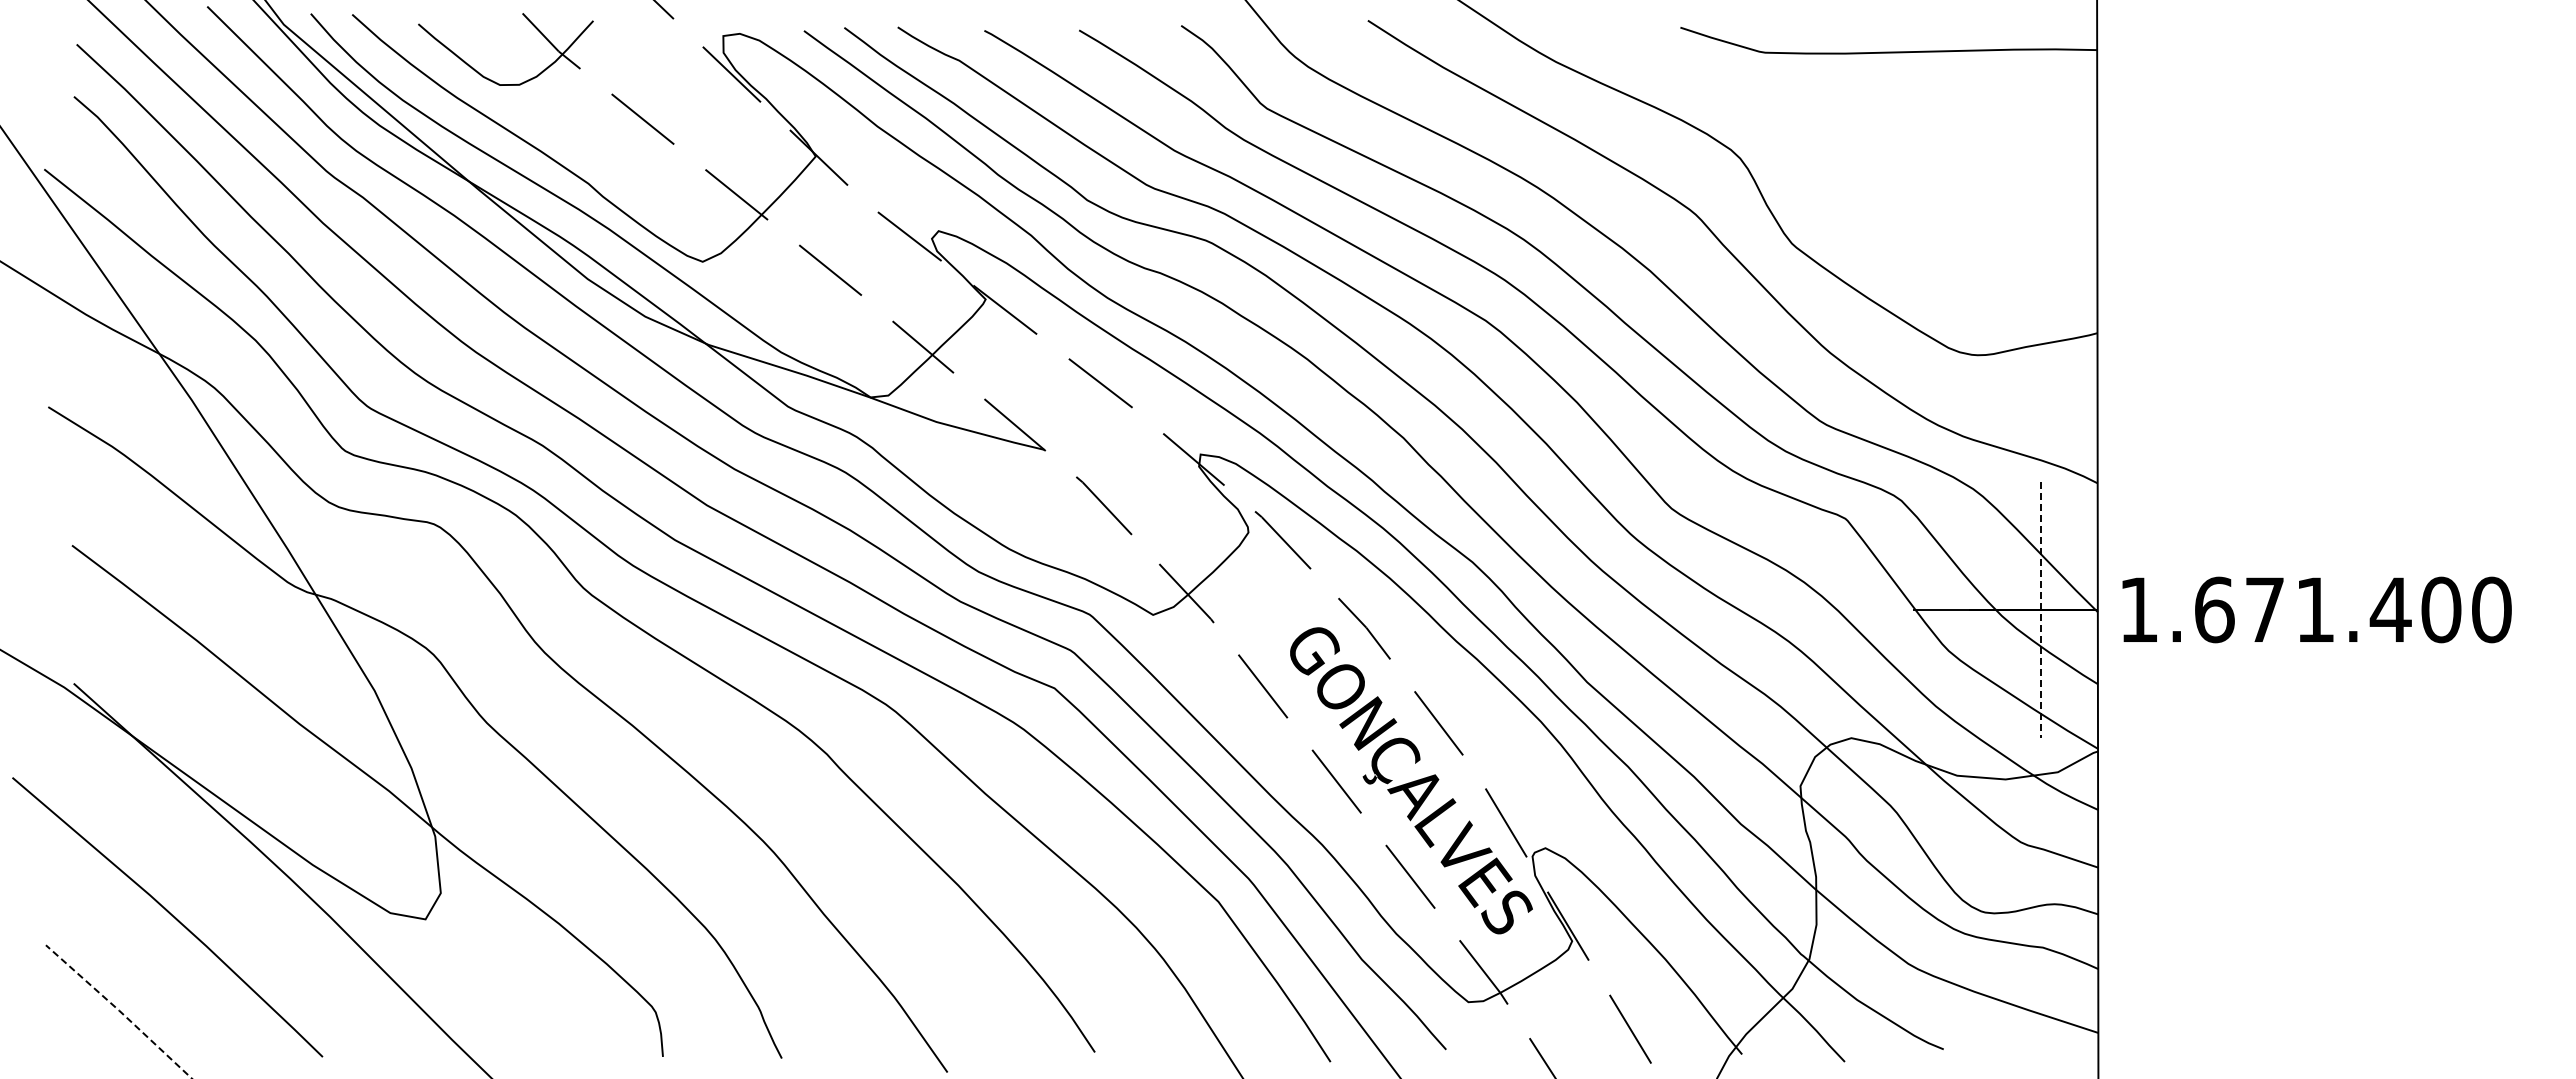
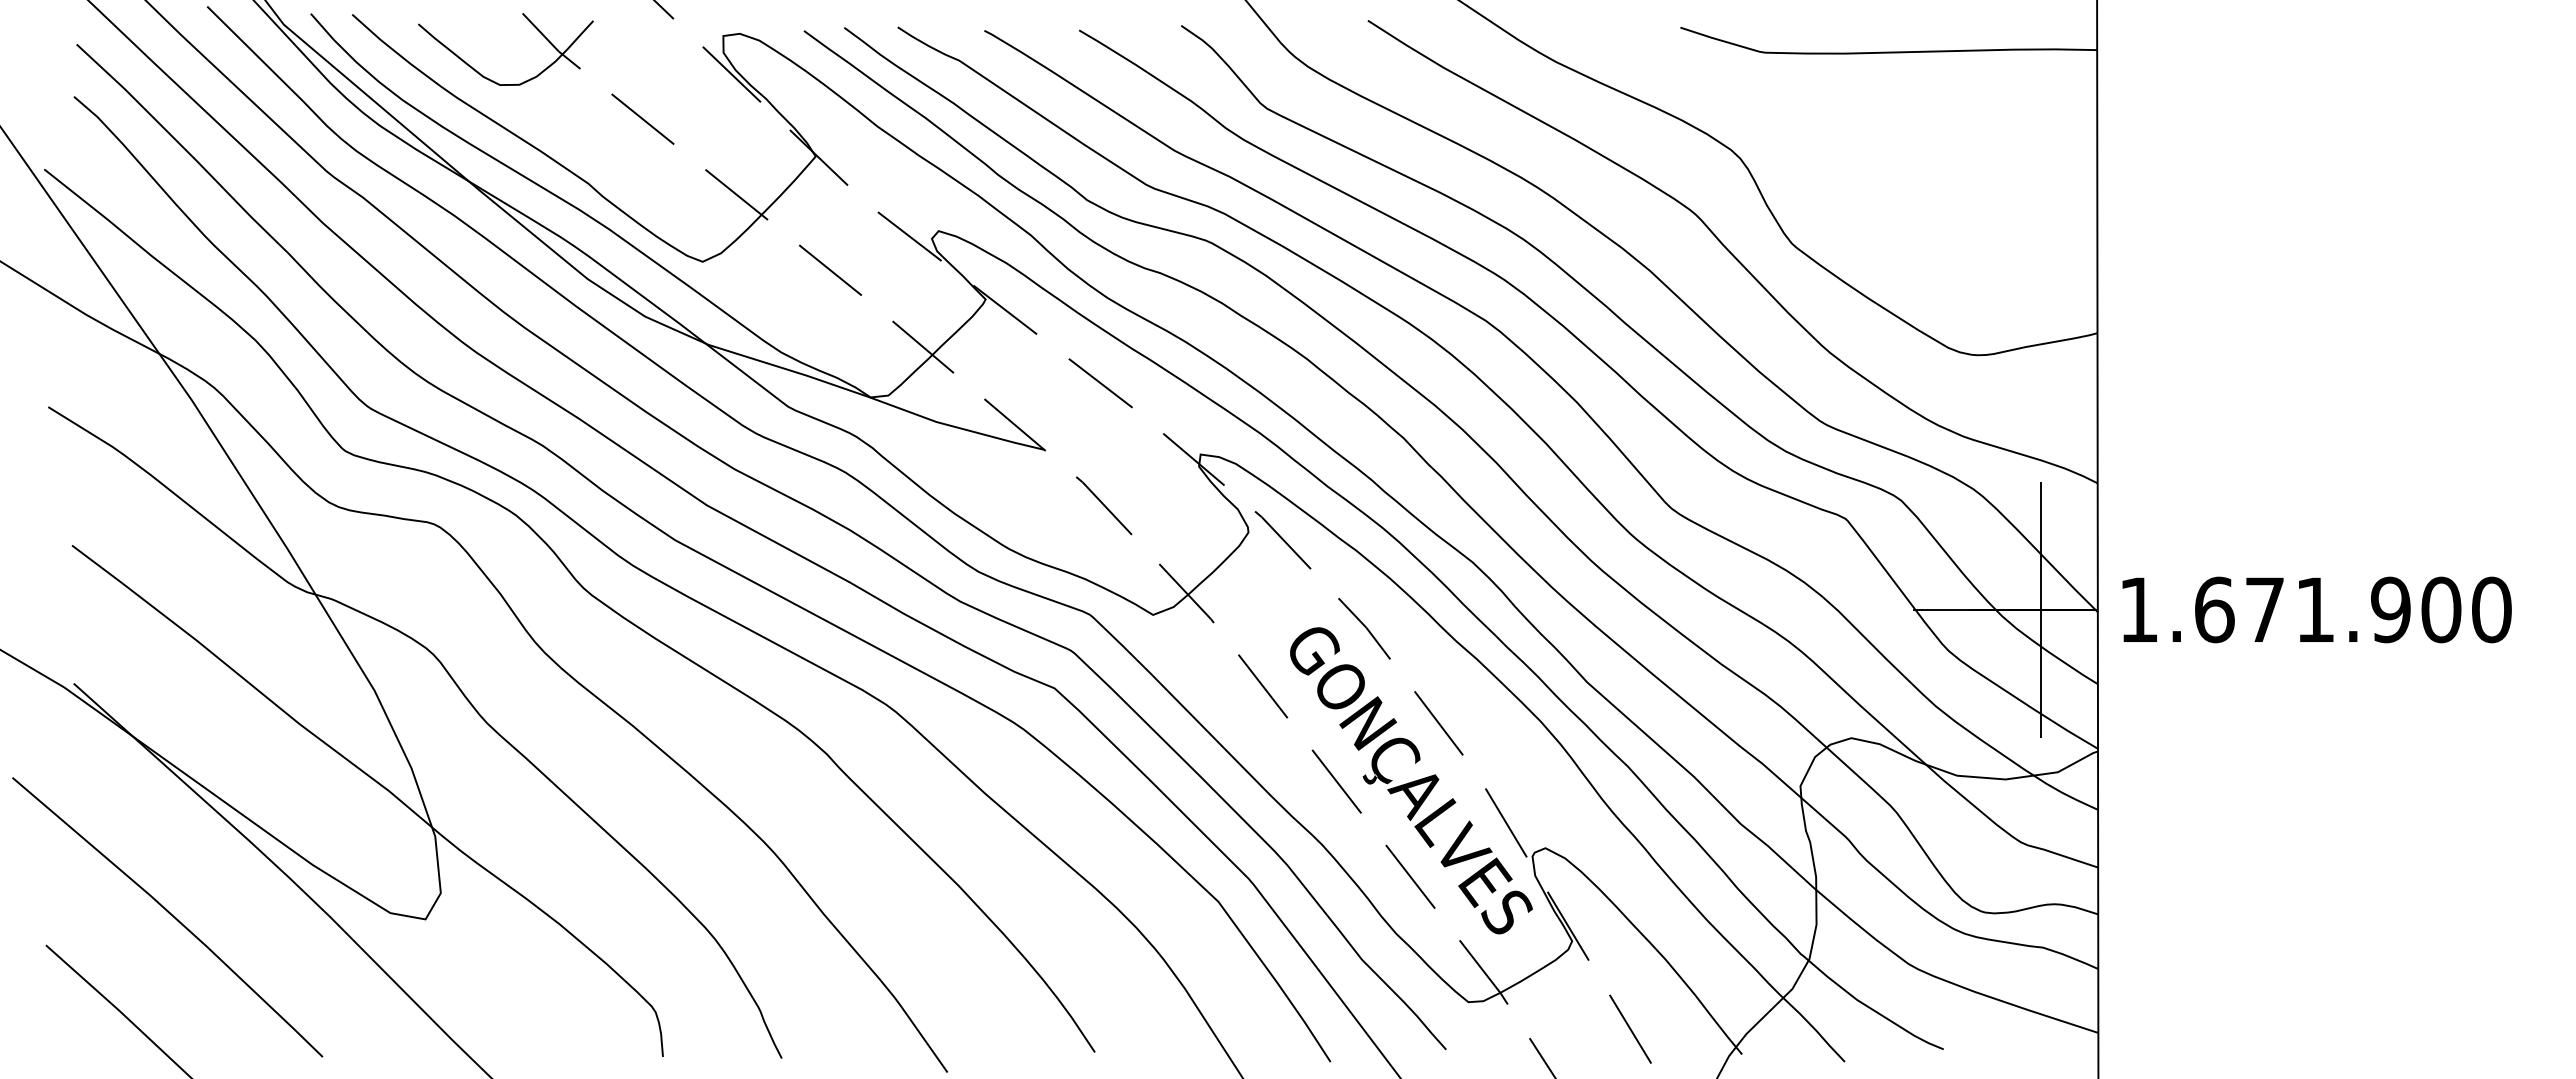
text at (2390, 609): 1.671.400 -> 1.671.900
line at (2041, 610): dashed -> solid
line at (119, 1010): dashed -> solid
